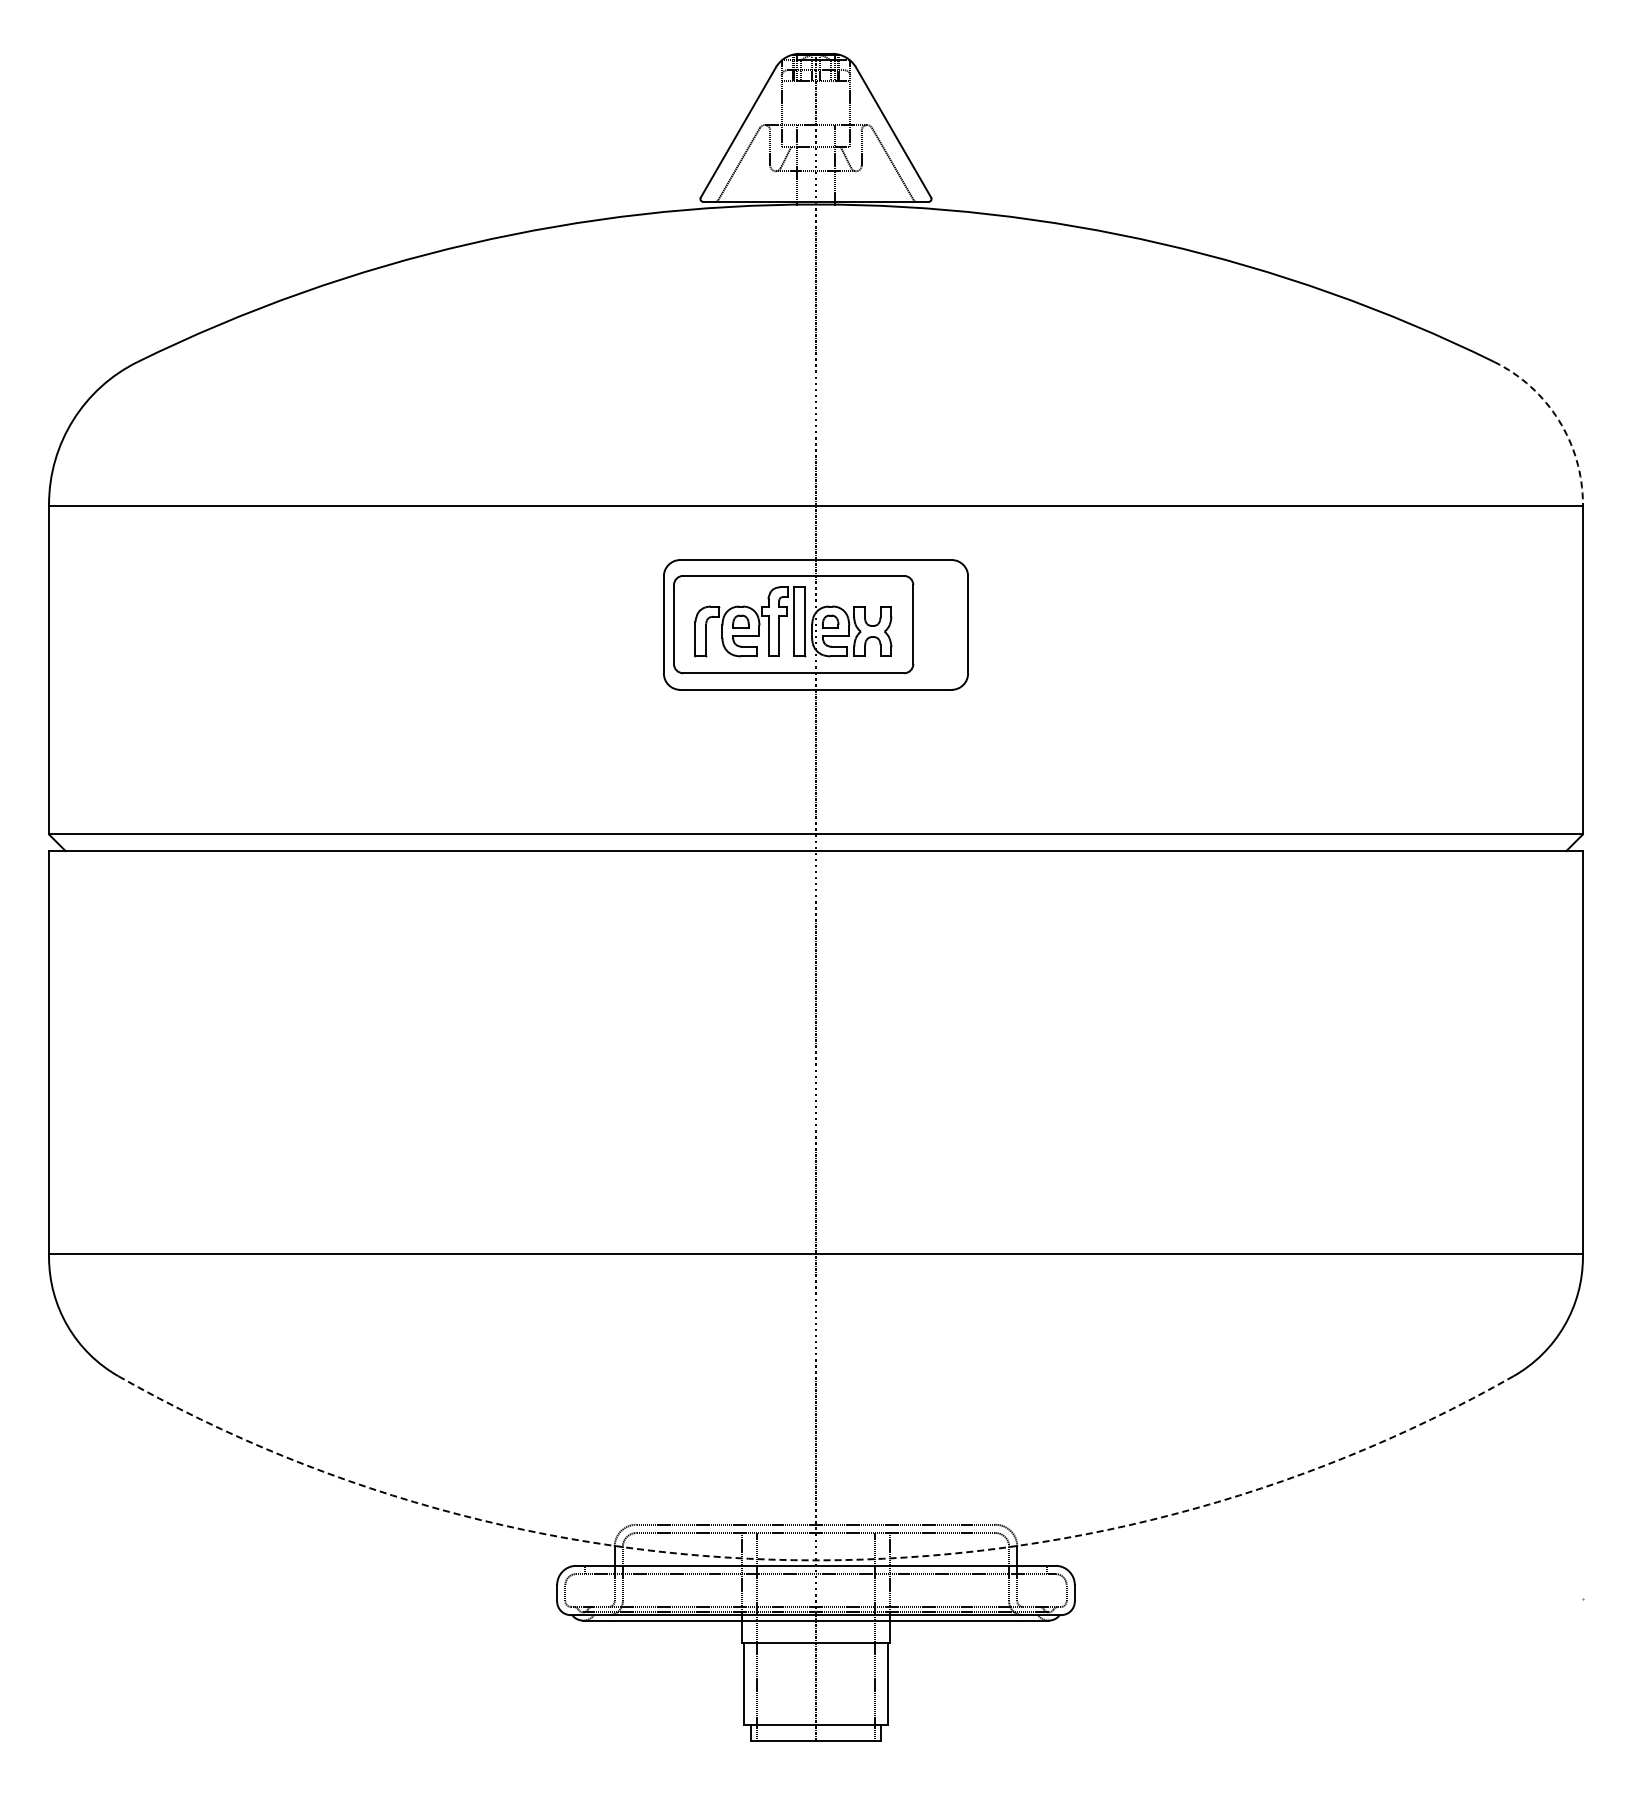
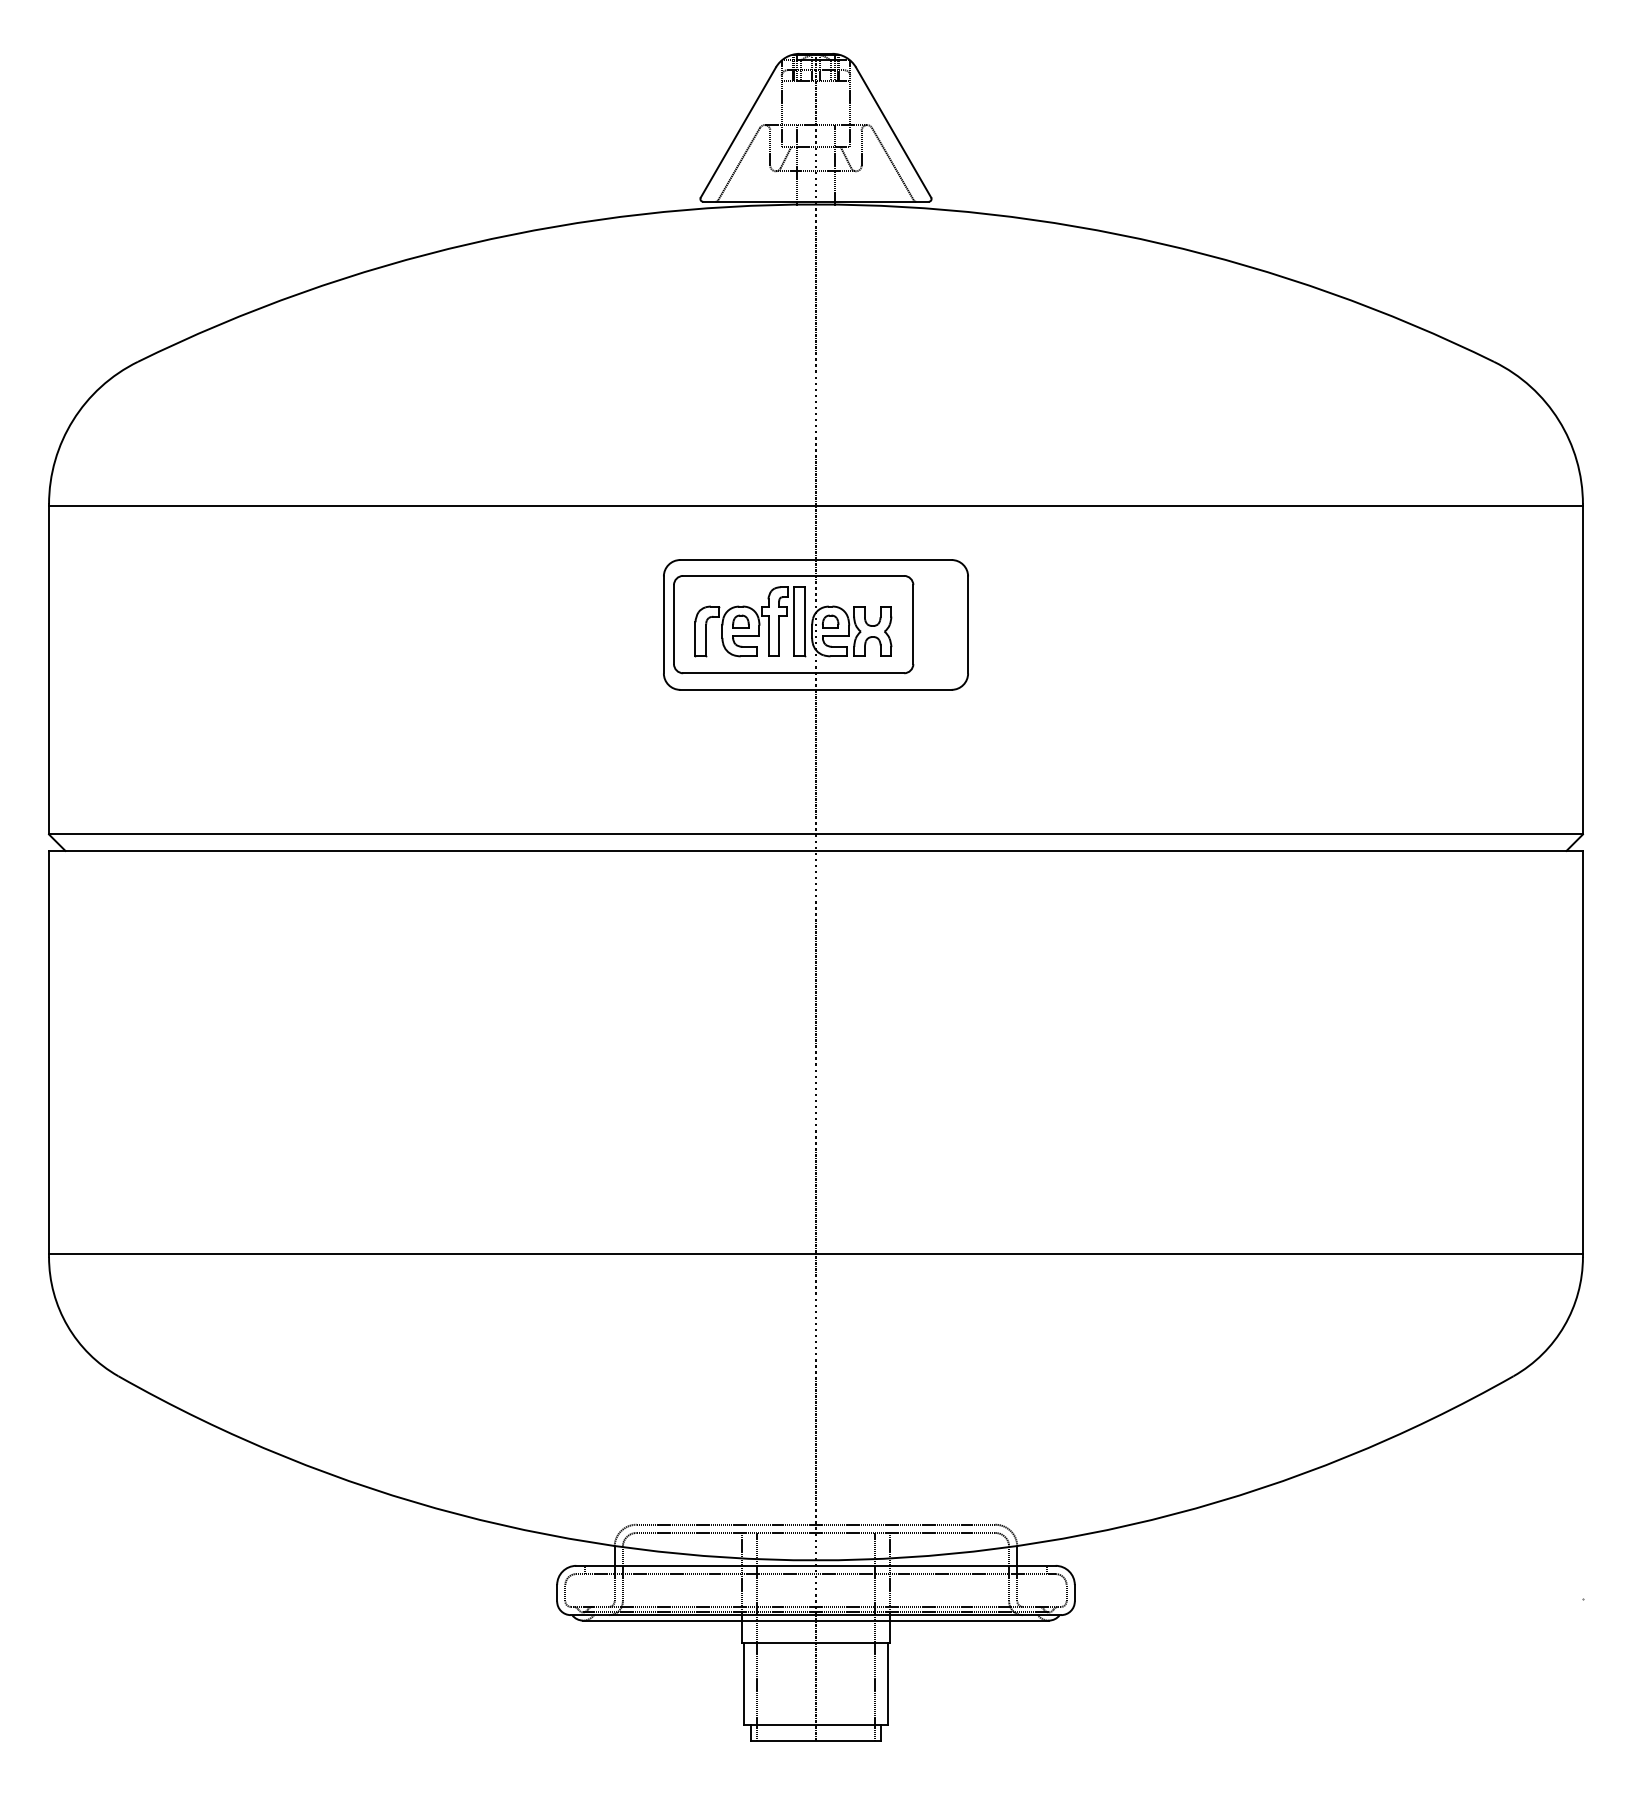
arc at (1558, 420): dashed -> solid
arc at (815, 1560): dashed -> solid
